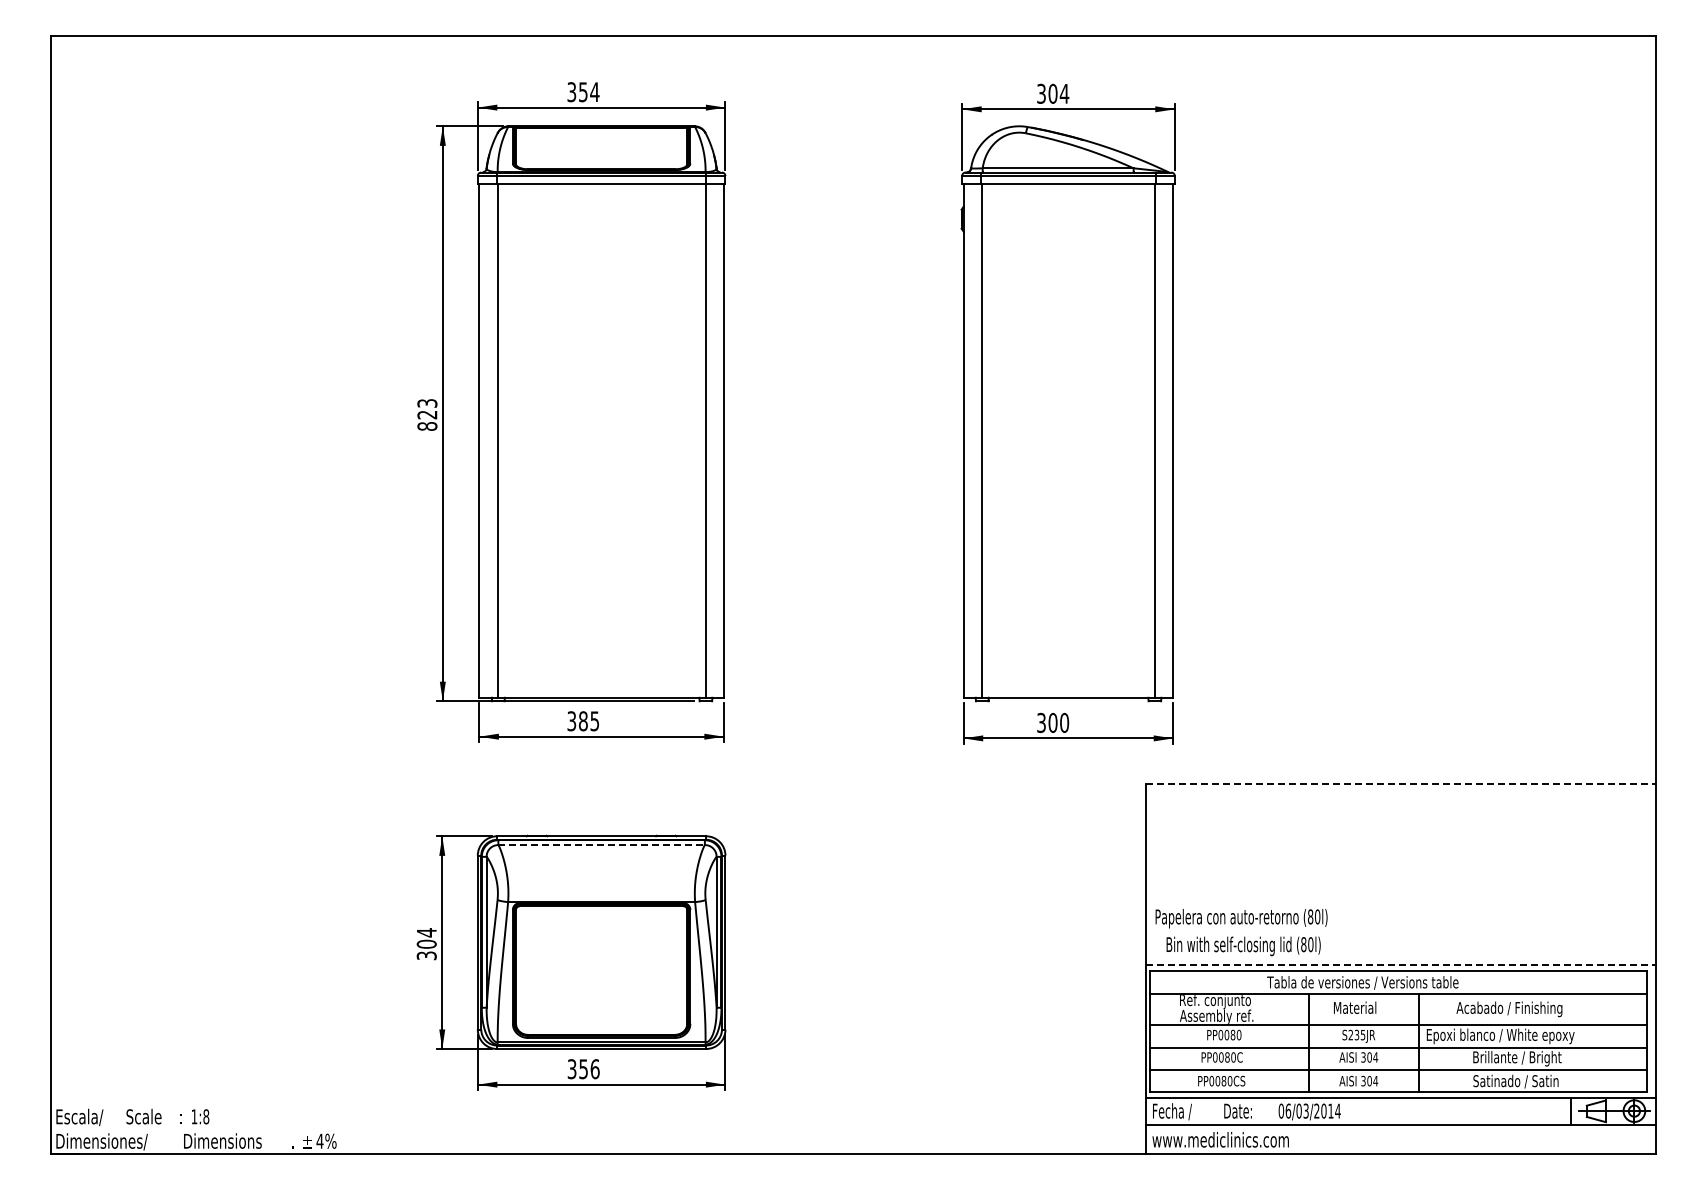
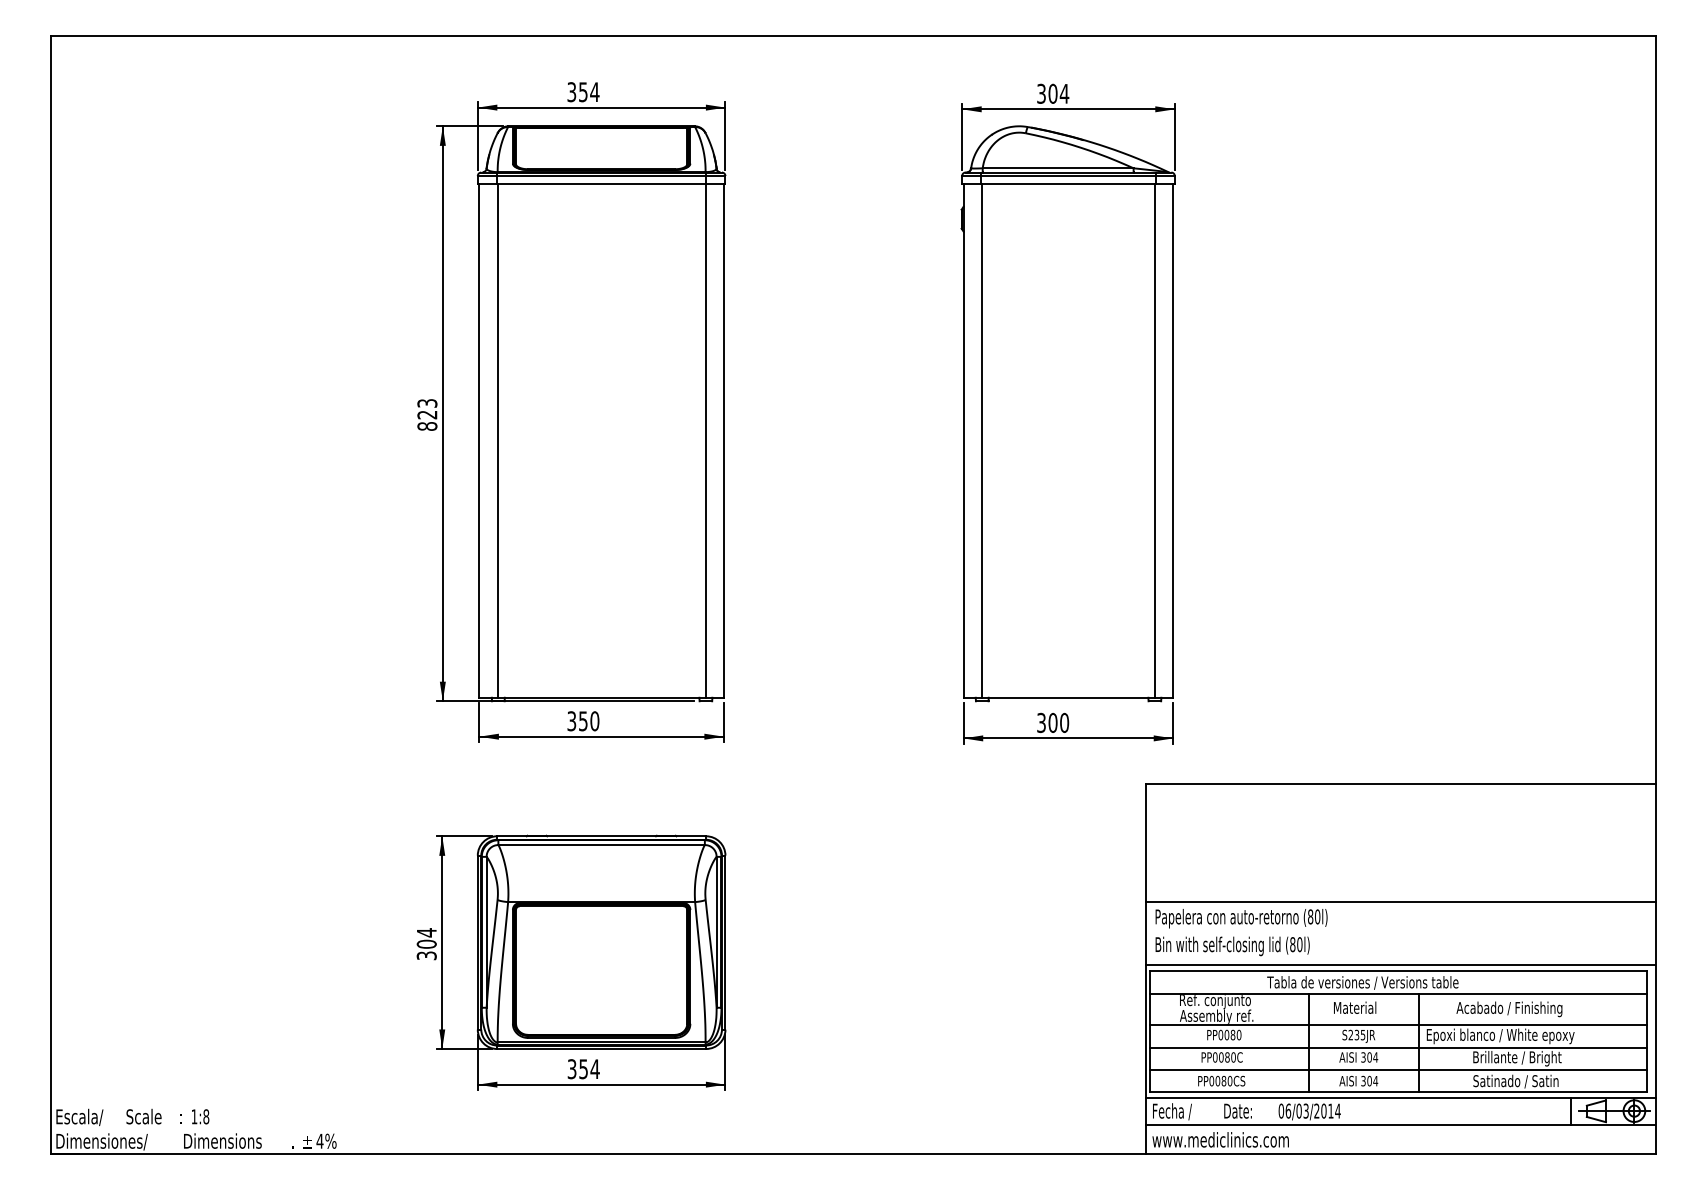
text at (589, 721): 385 -> 350
line at (1401, 784): dashed -> solid
line at (602, 845): dashed -> solid
line at (1400, 901): none -> present
text at (1243, 946) position: (1243, 946) -> (1232, 946)
line at (1400, 965): dashed -> solid
text at (594, 1069): 356 -> 354
